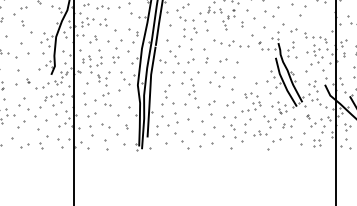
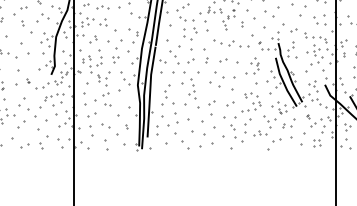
part at (42, 17): none -> present
part at (319, 19): none -> present
part at (252, 65): none -> present
